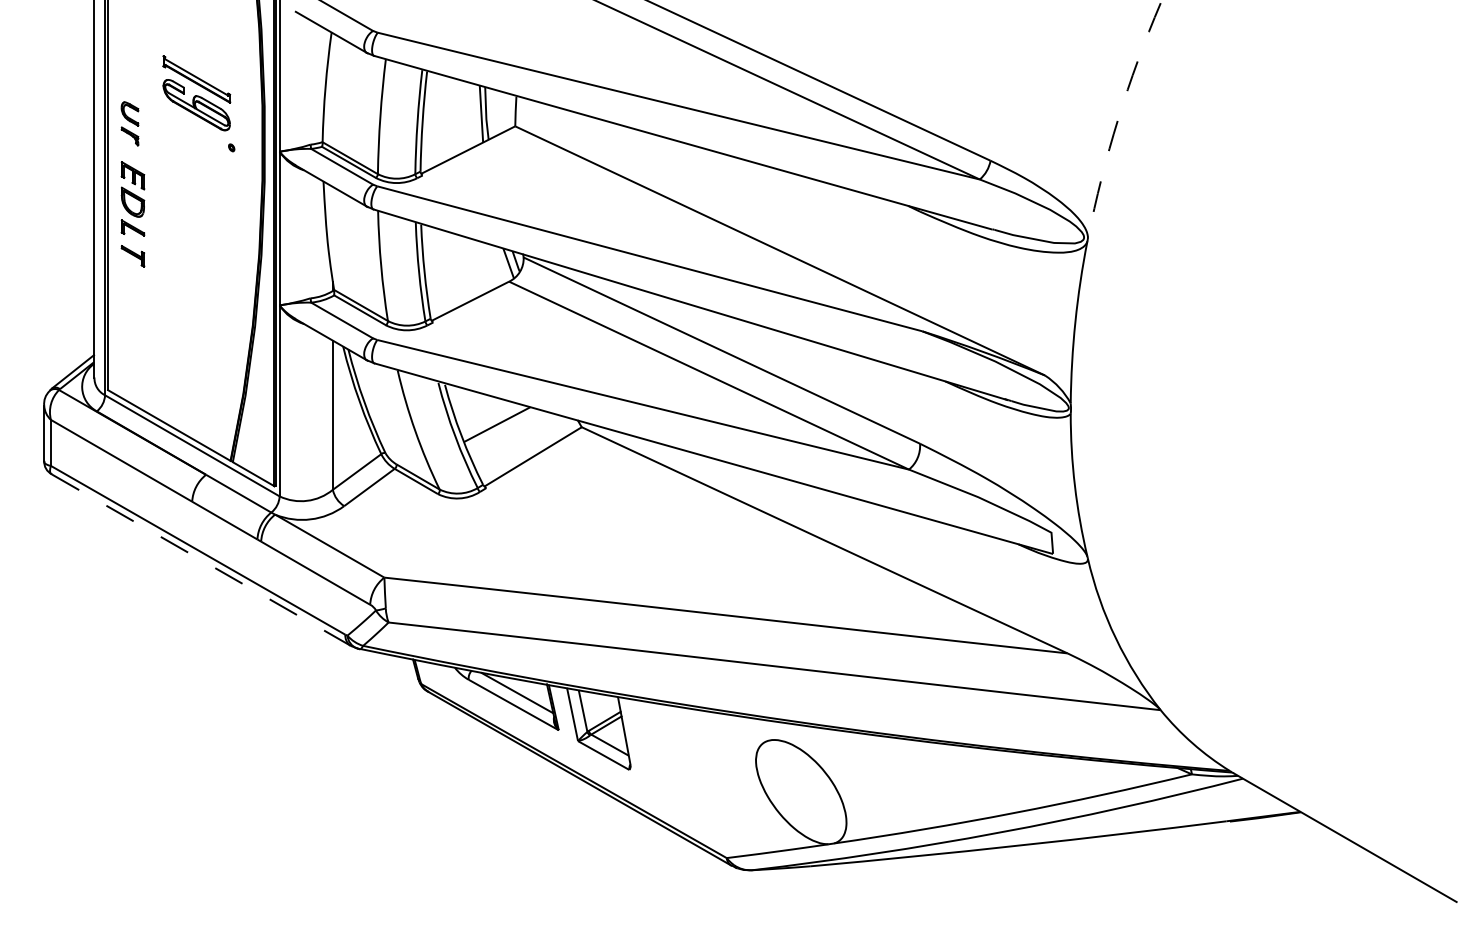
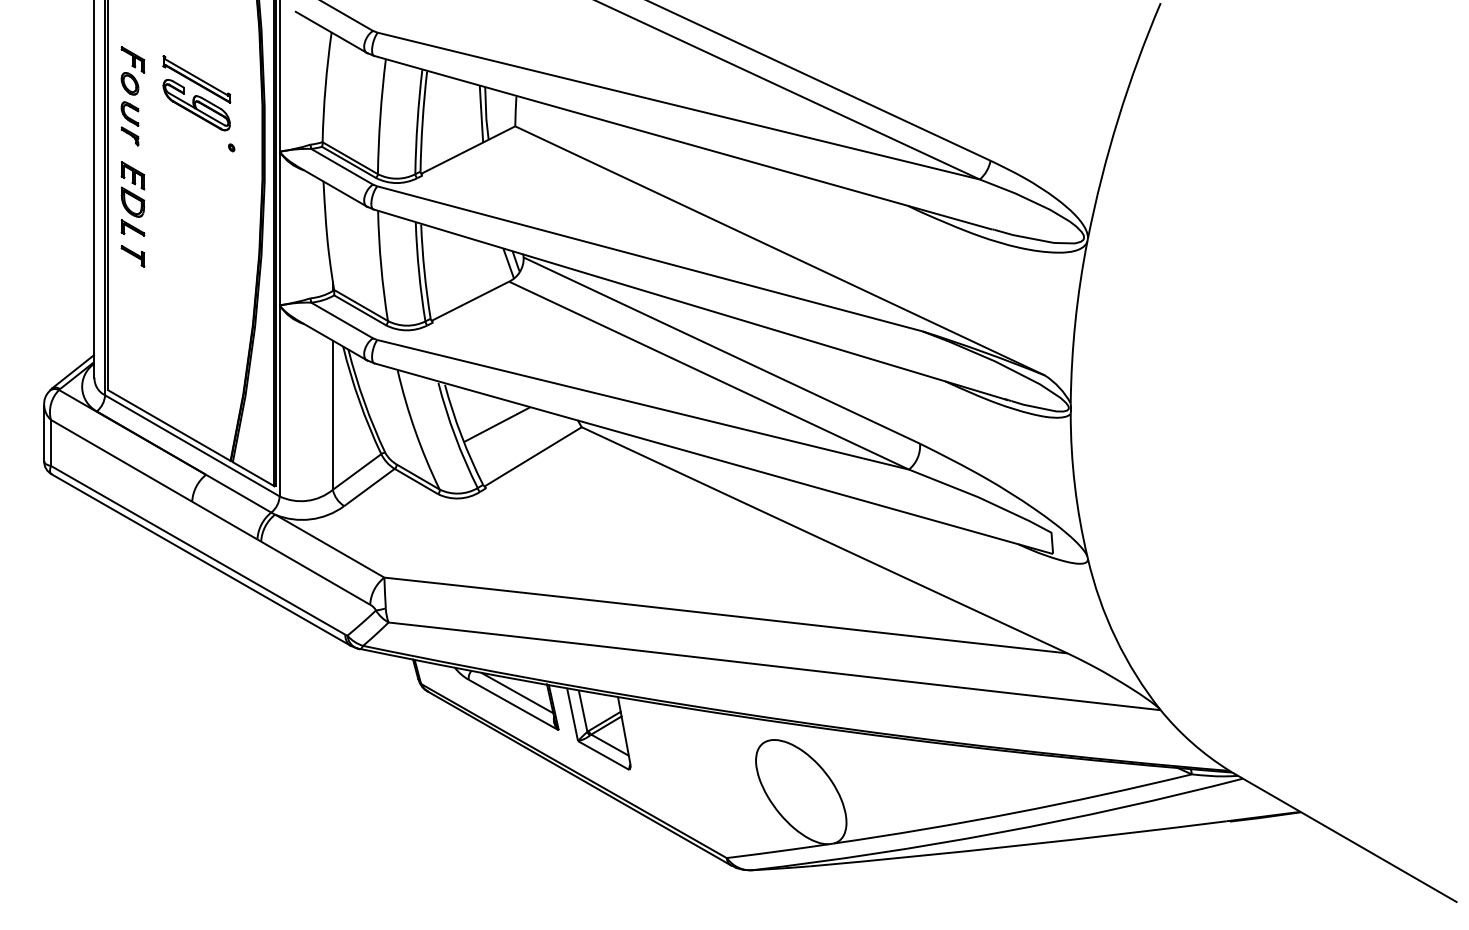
part at (132, 70): none -> present
arc at (1118, 119): dashed -> solid
line at (201, 560): dashed -> solid
